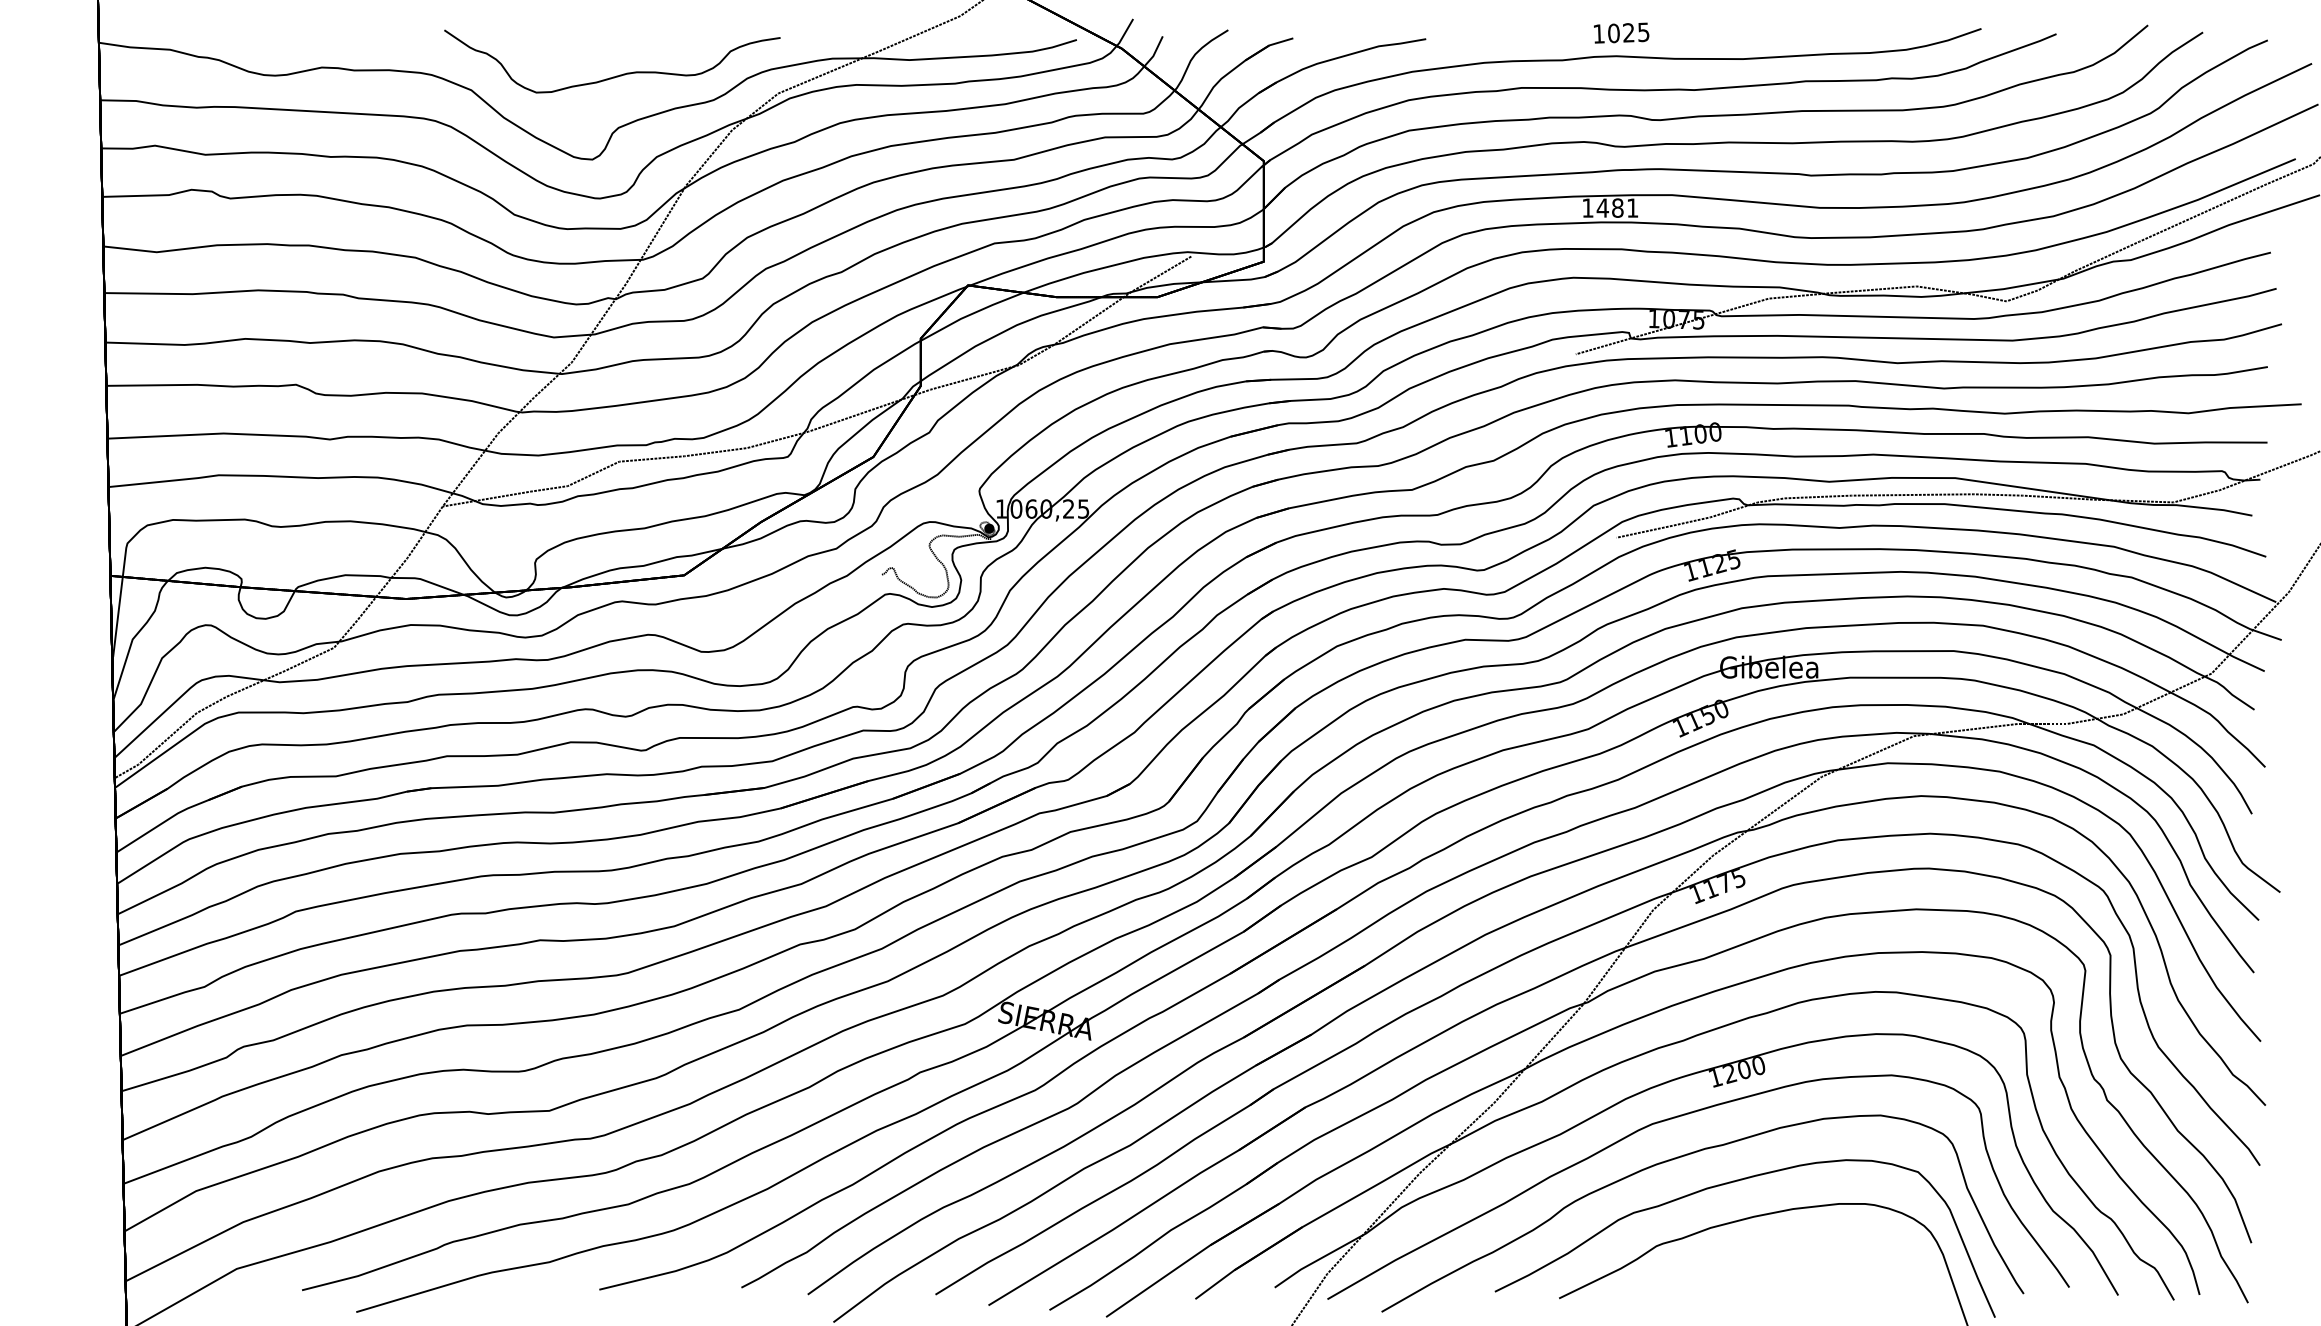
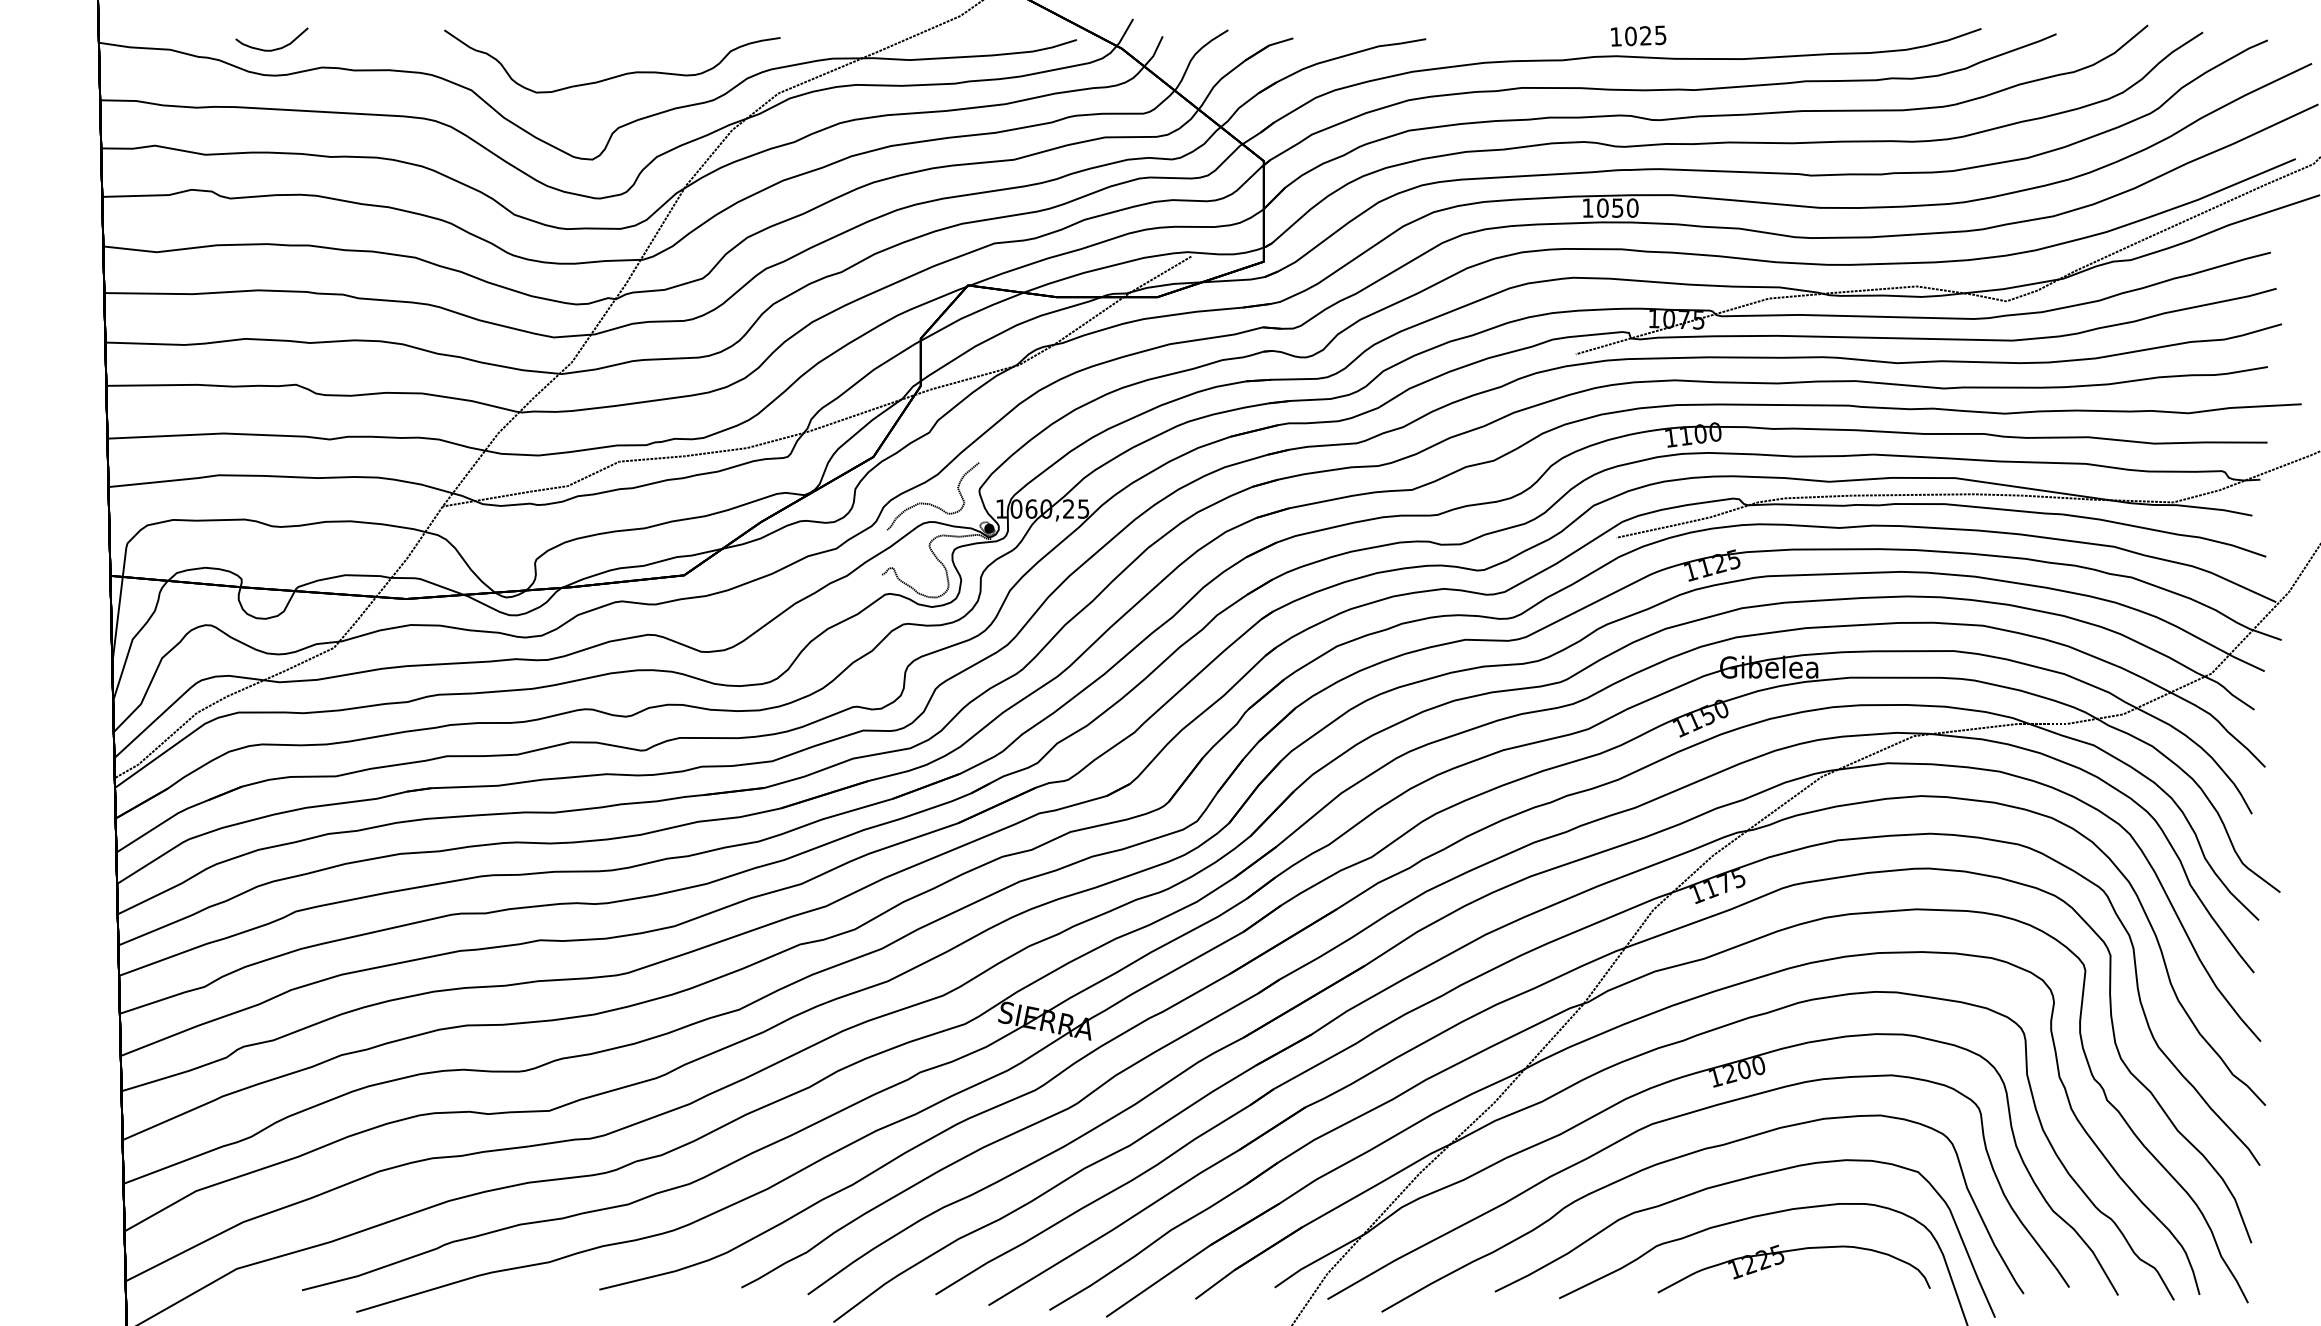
text at (1621, 32) position: (1621, 32) -> (1638, 35)
curve at (275, 48): none -> present
text at (1617, 207): 1481 -> 1050
curve at (930, 503): none -> present
part at (1783, 1262): none -> present
